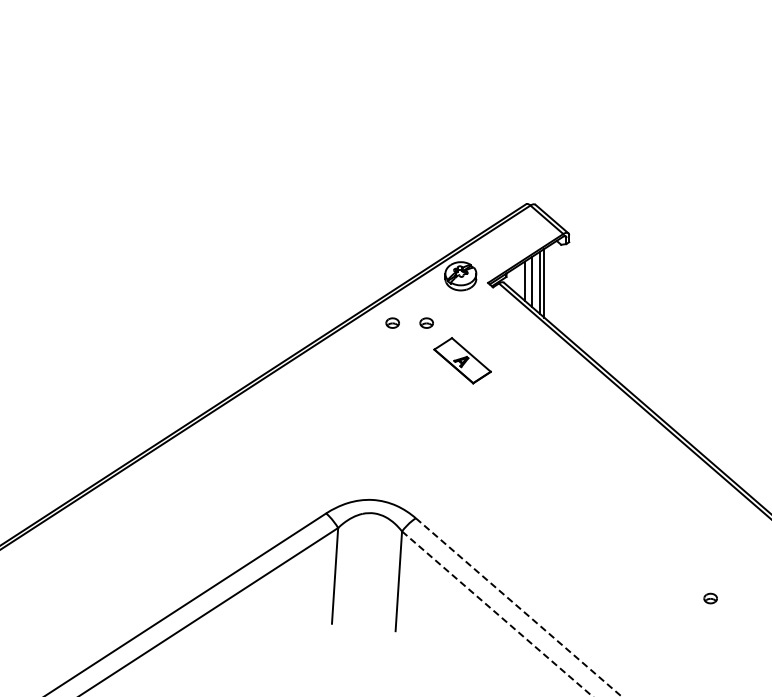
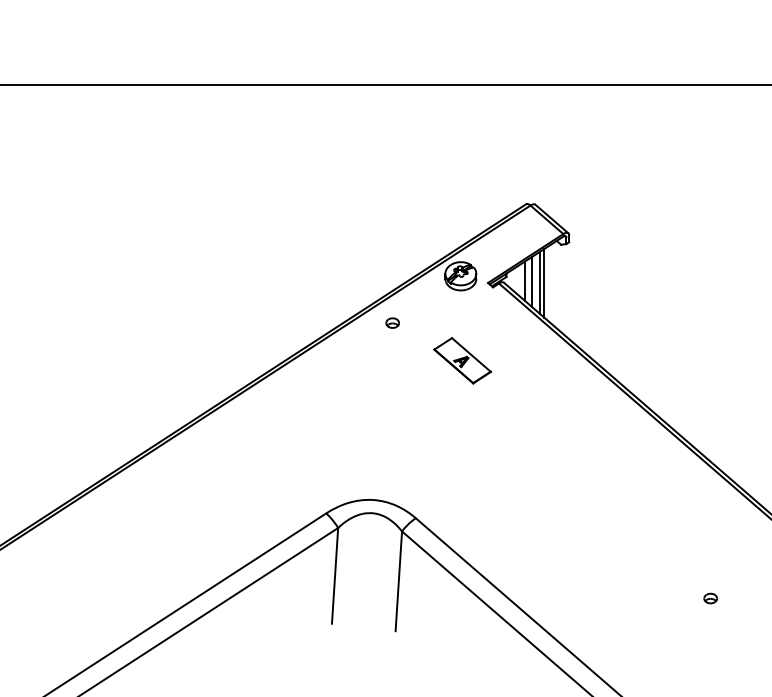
line at (385, 84): none -> present
part at (426, 322): present -> none
line at (519, 607): dashed -> solid
line at (497, 614): dashed -> solid
